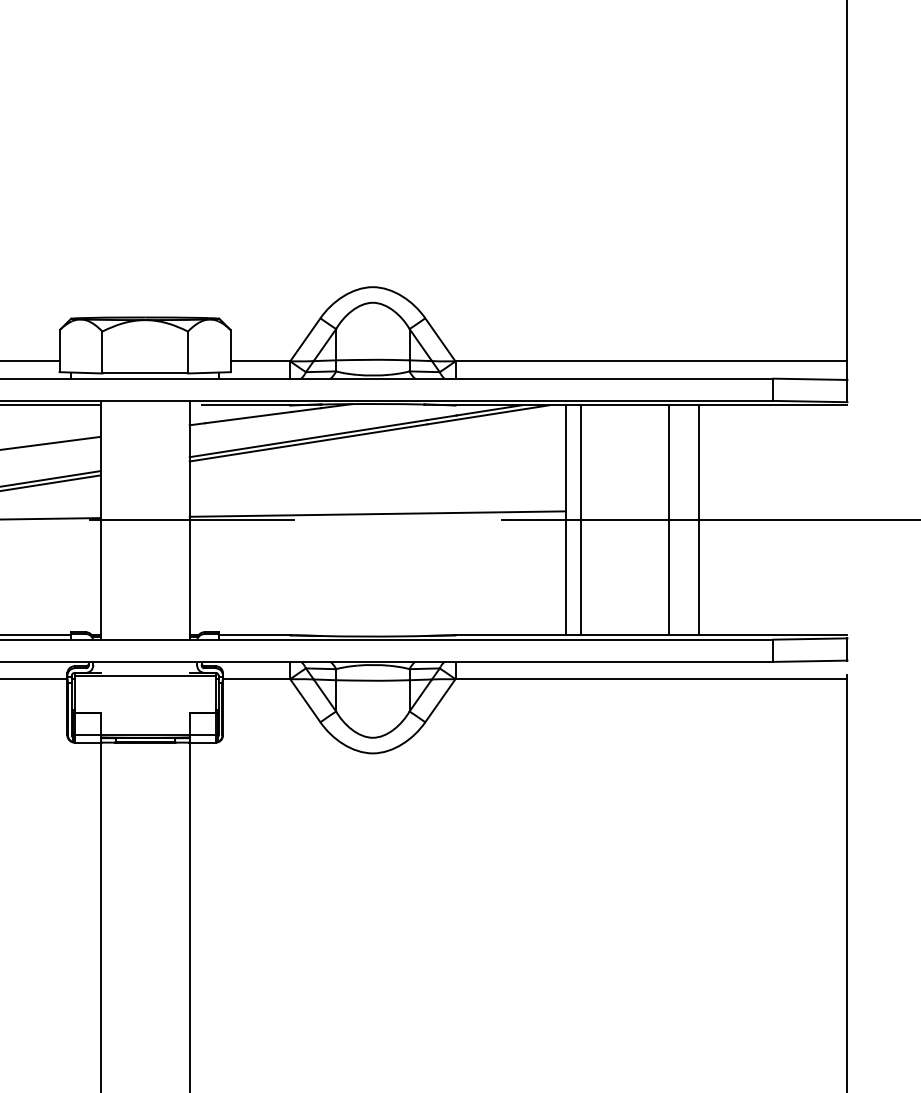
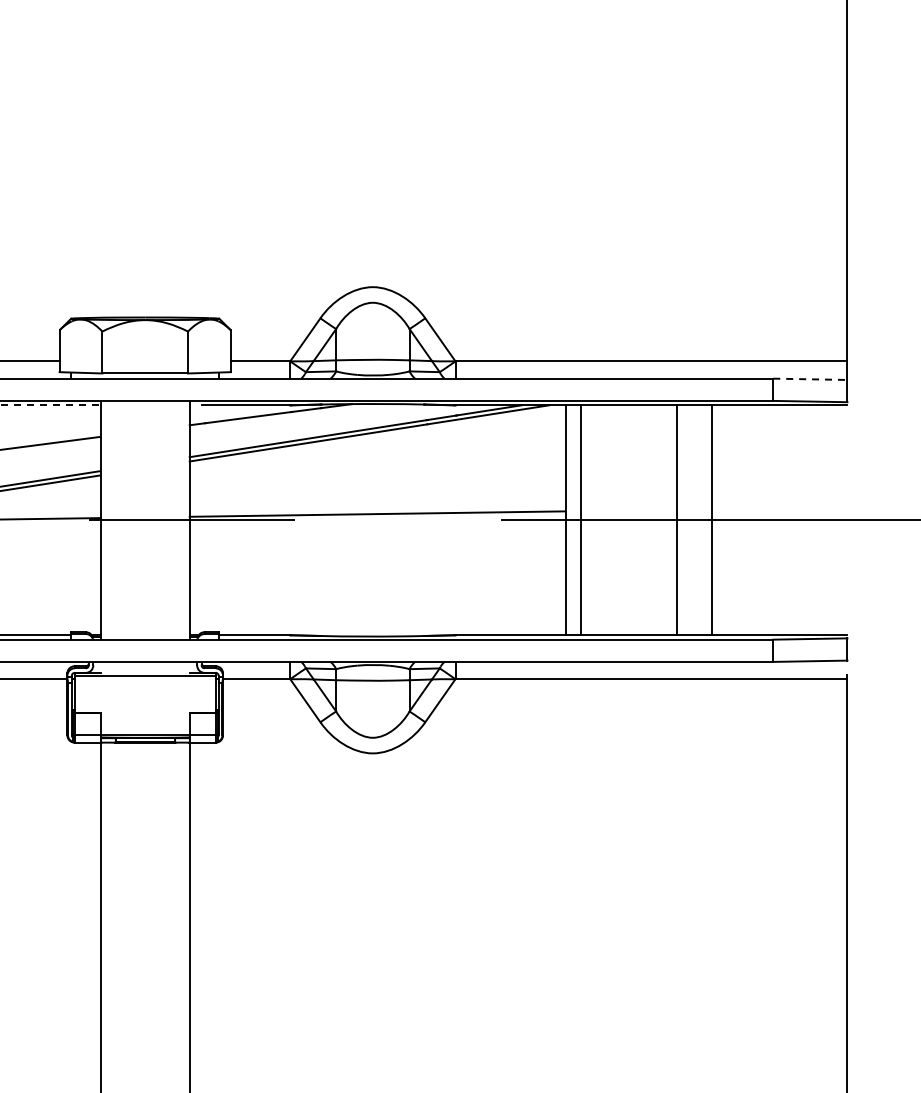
line at (810, 379): solid -> dashed
line at (49, 405): solid -> dashed
line at (669, 520) position: (669, 520) -> (677, 520)
line at (699, 520) position: (699, 520) -> (712, 520)
